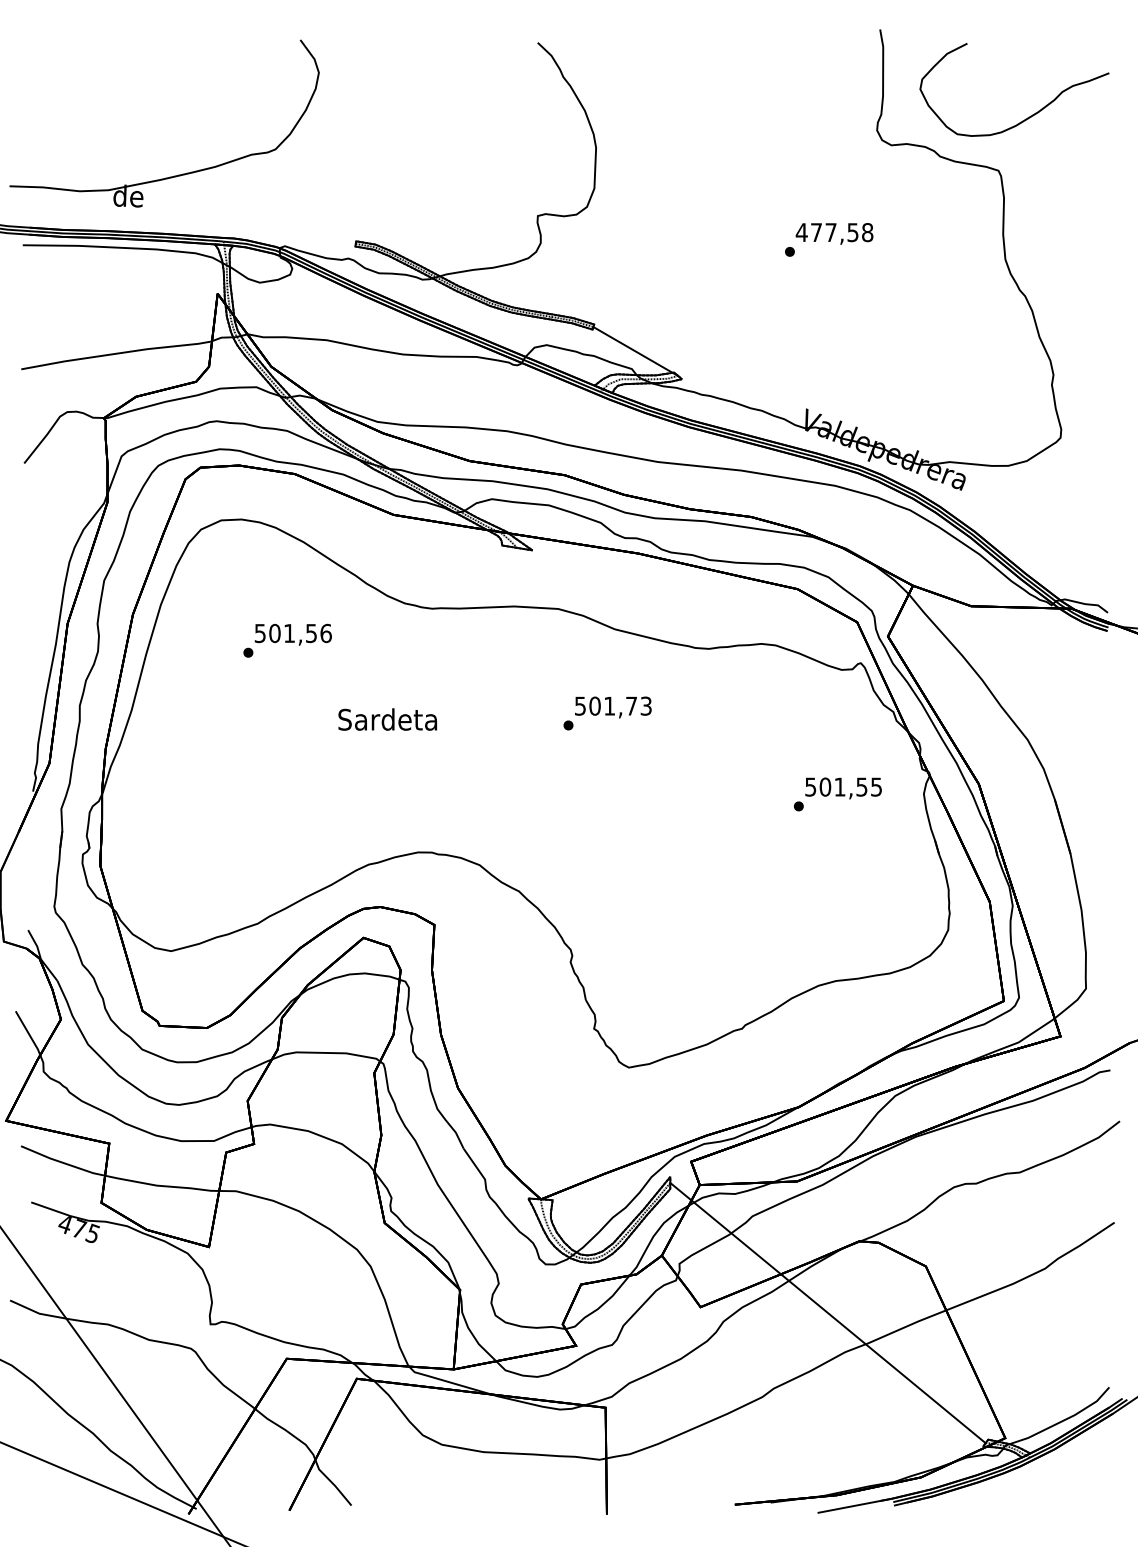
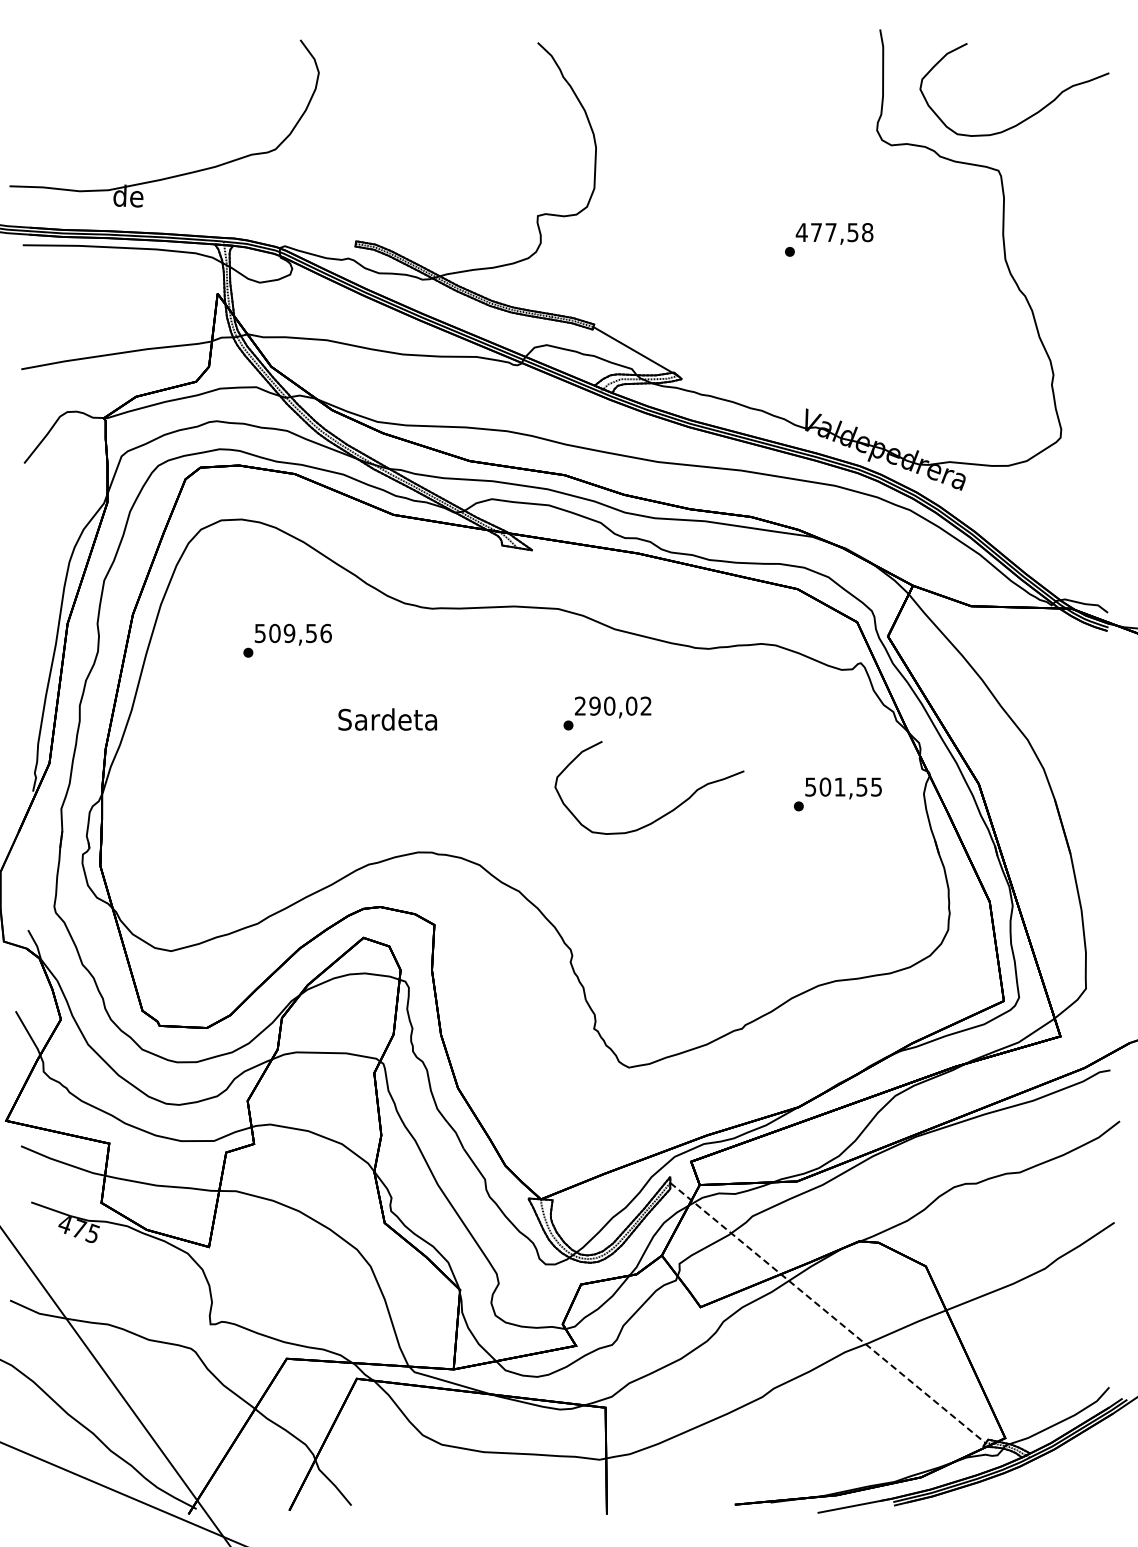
text at (289, 633): 501,56 -> 509,56
text at (613, 705): 501,73 -> 290,02
curve at (665, 813): none -> present
line at (828, 1313): solid -> dashed
